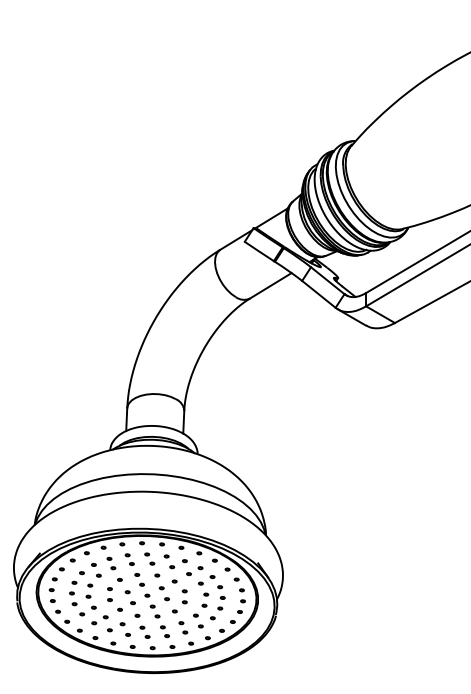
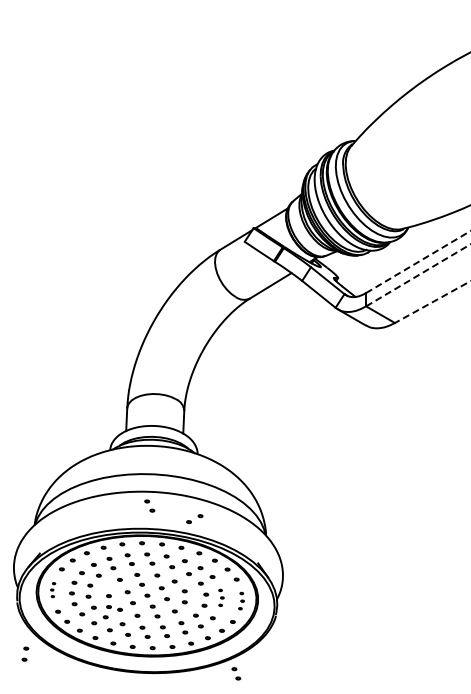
line at (418, 261): solid -> dashed
line at (418, 275): solid -> dashed
line at (432, 302): solid -> dashed
part at (149, 505): none -> present
part at (194, 519): none -> present
part at (52, 589) size: 10x26 px -> 7x17 px
part at (109, 594) position: (109, 594) -> (108, 601)
part at (221, 597) size: 9x26 px -> 7x19 px
part at (241, 600) size: 9x26 px -> 7x20 px
part at (25, 653): none -> present
part at (236, 673): none -> present
